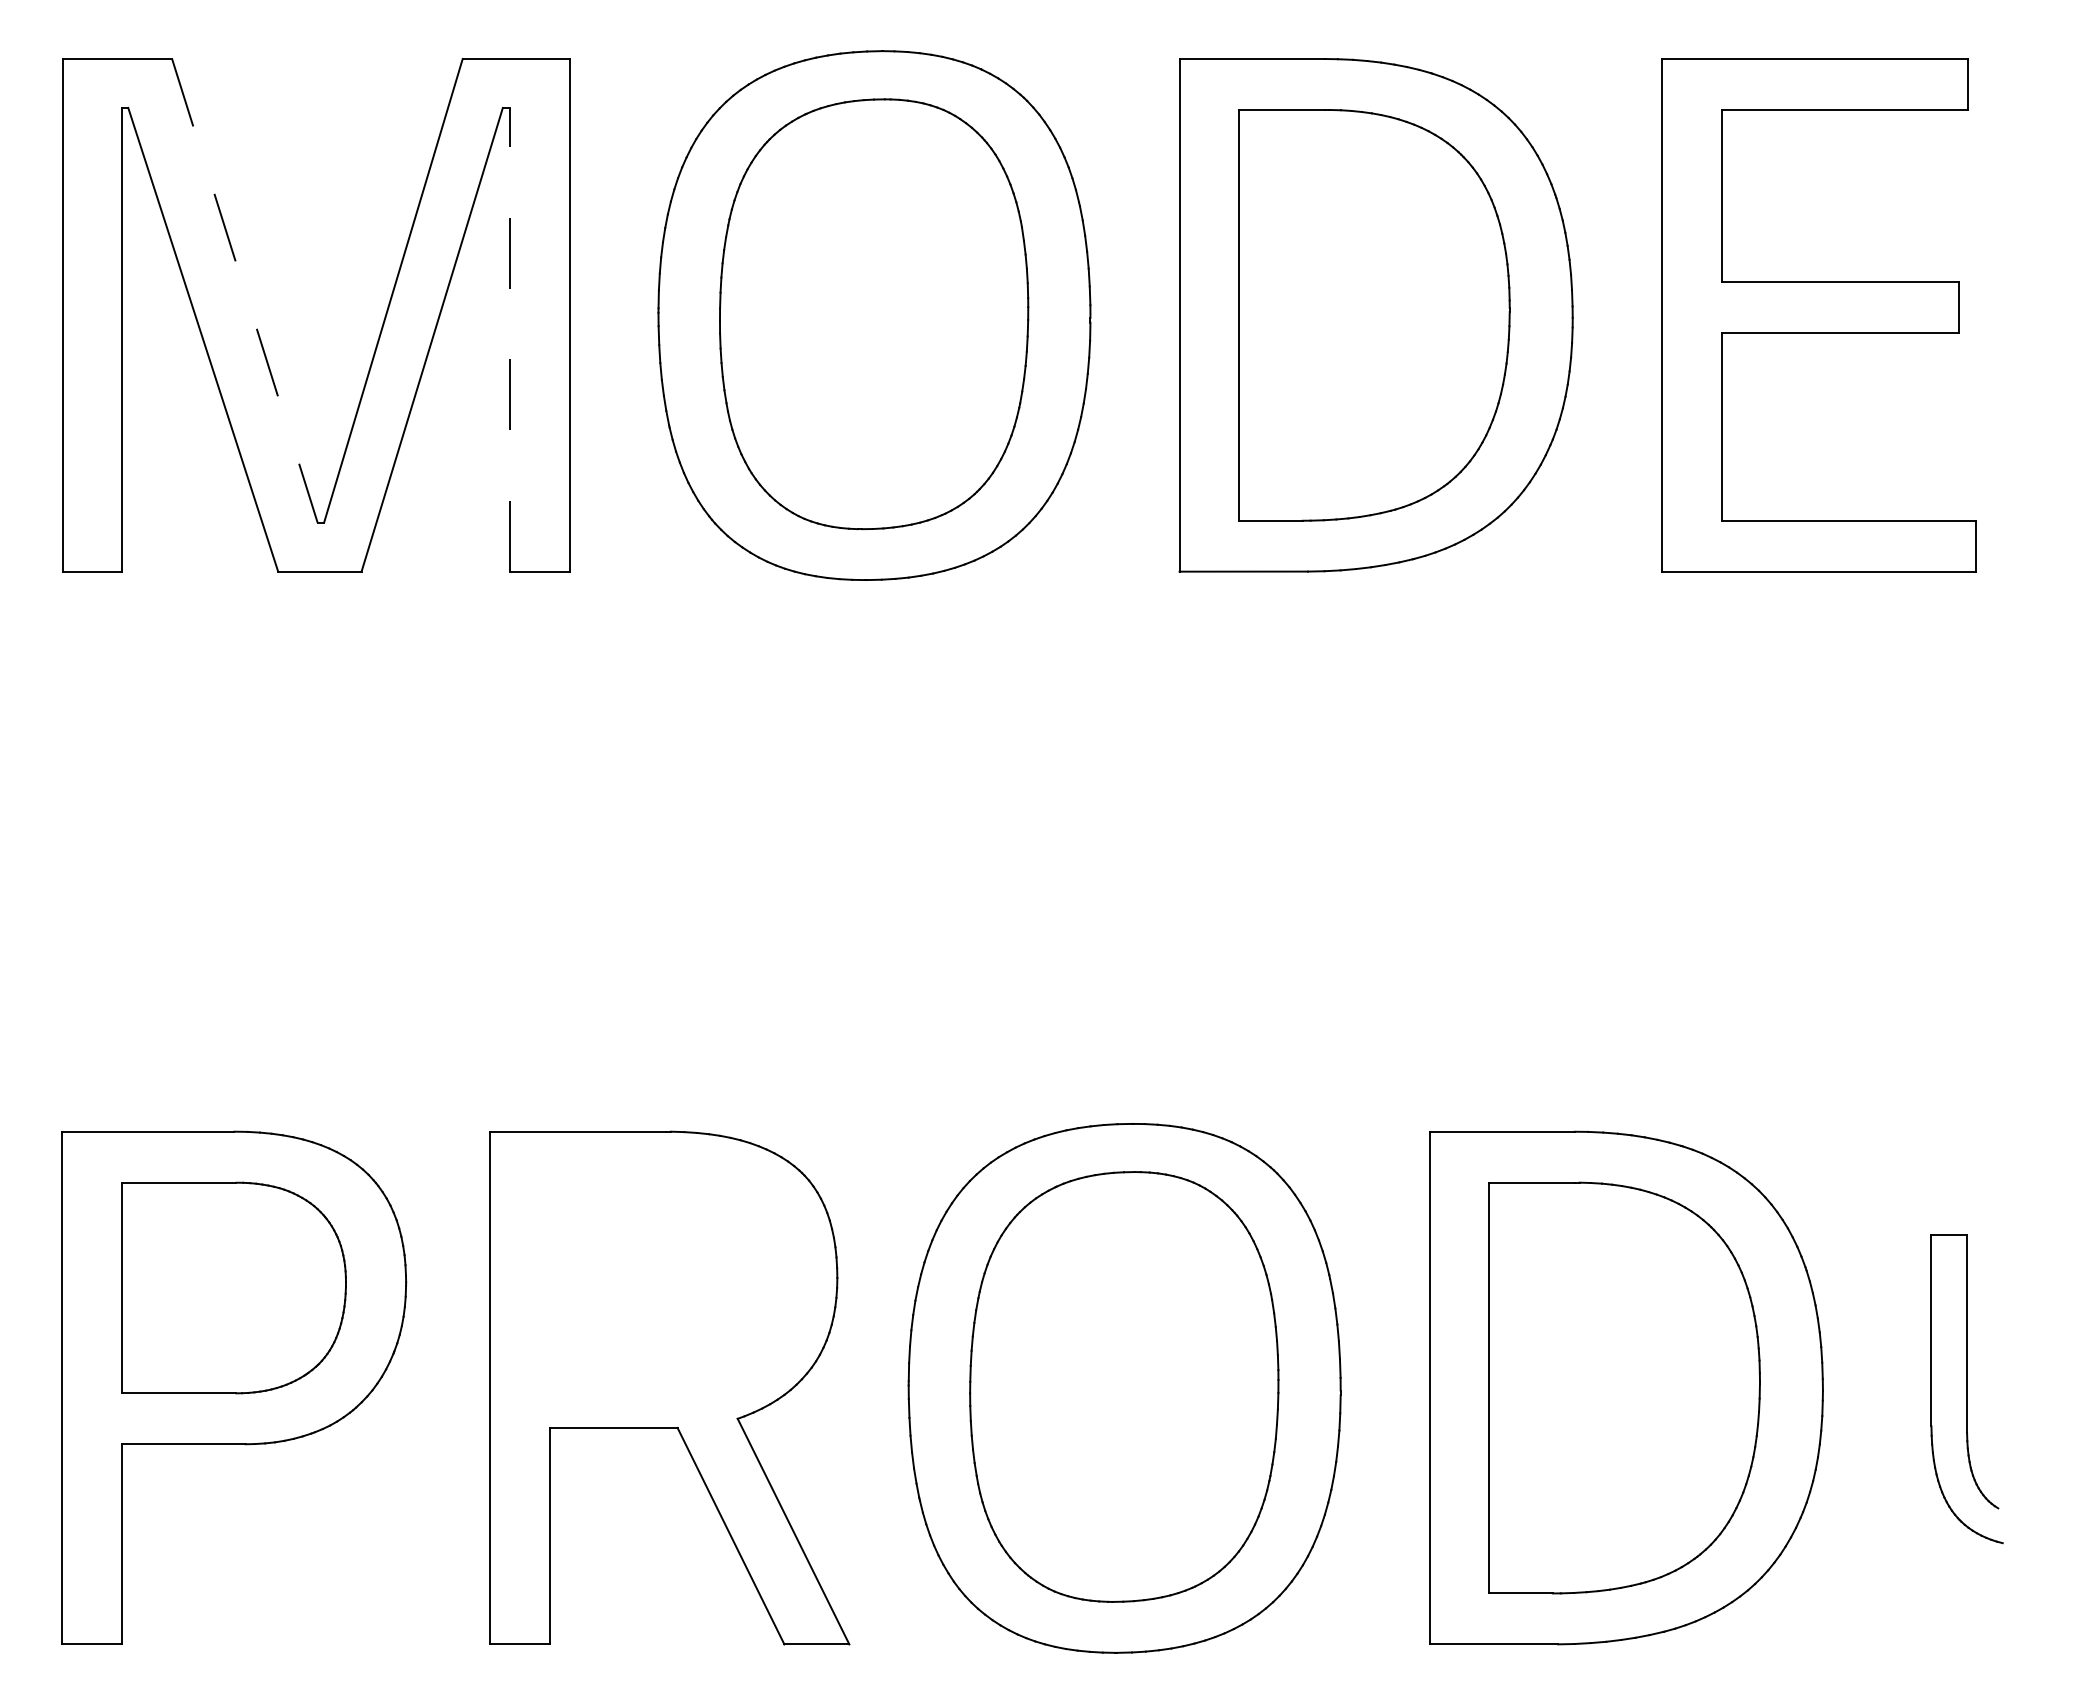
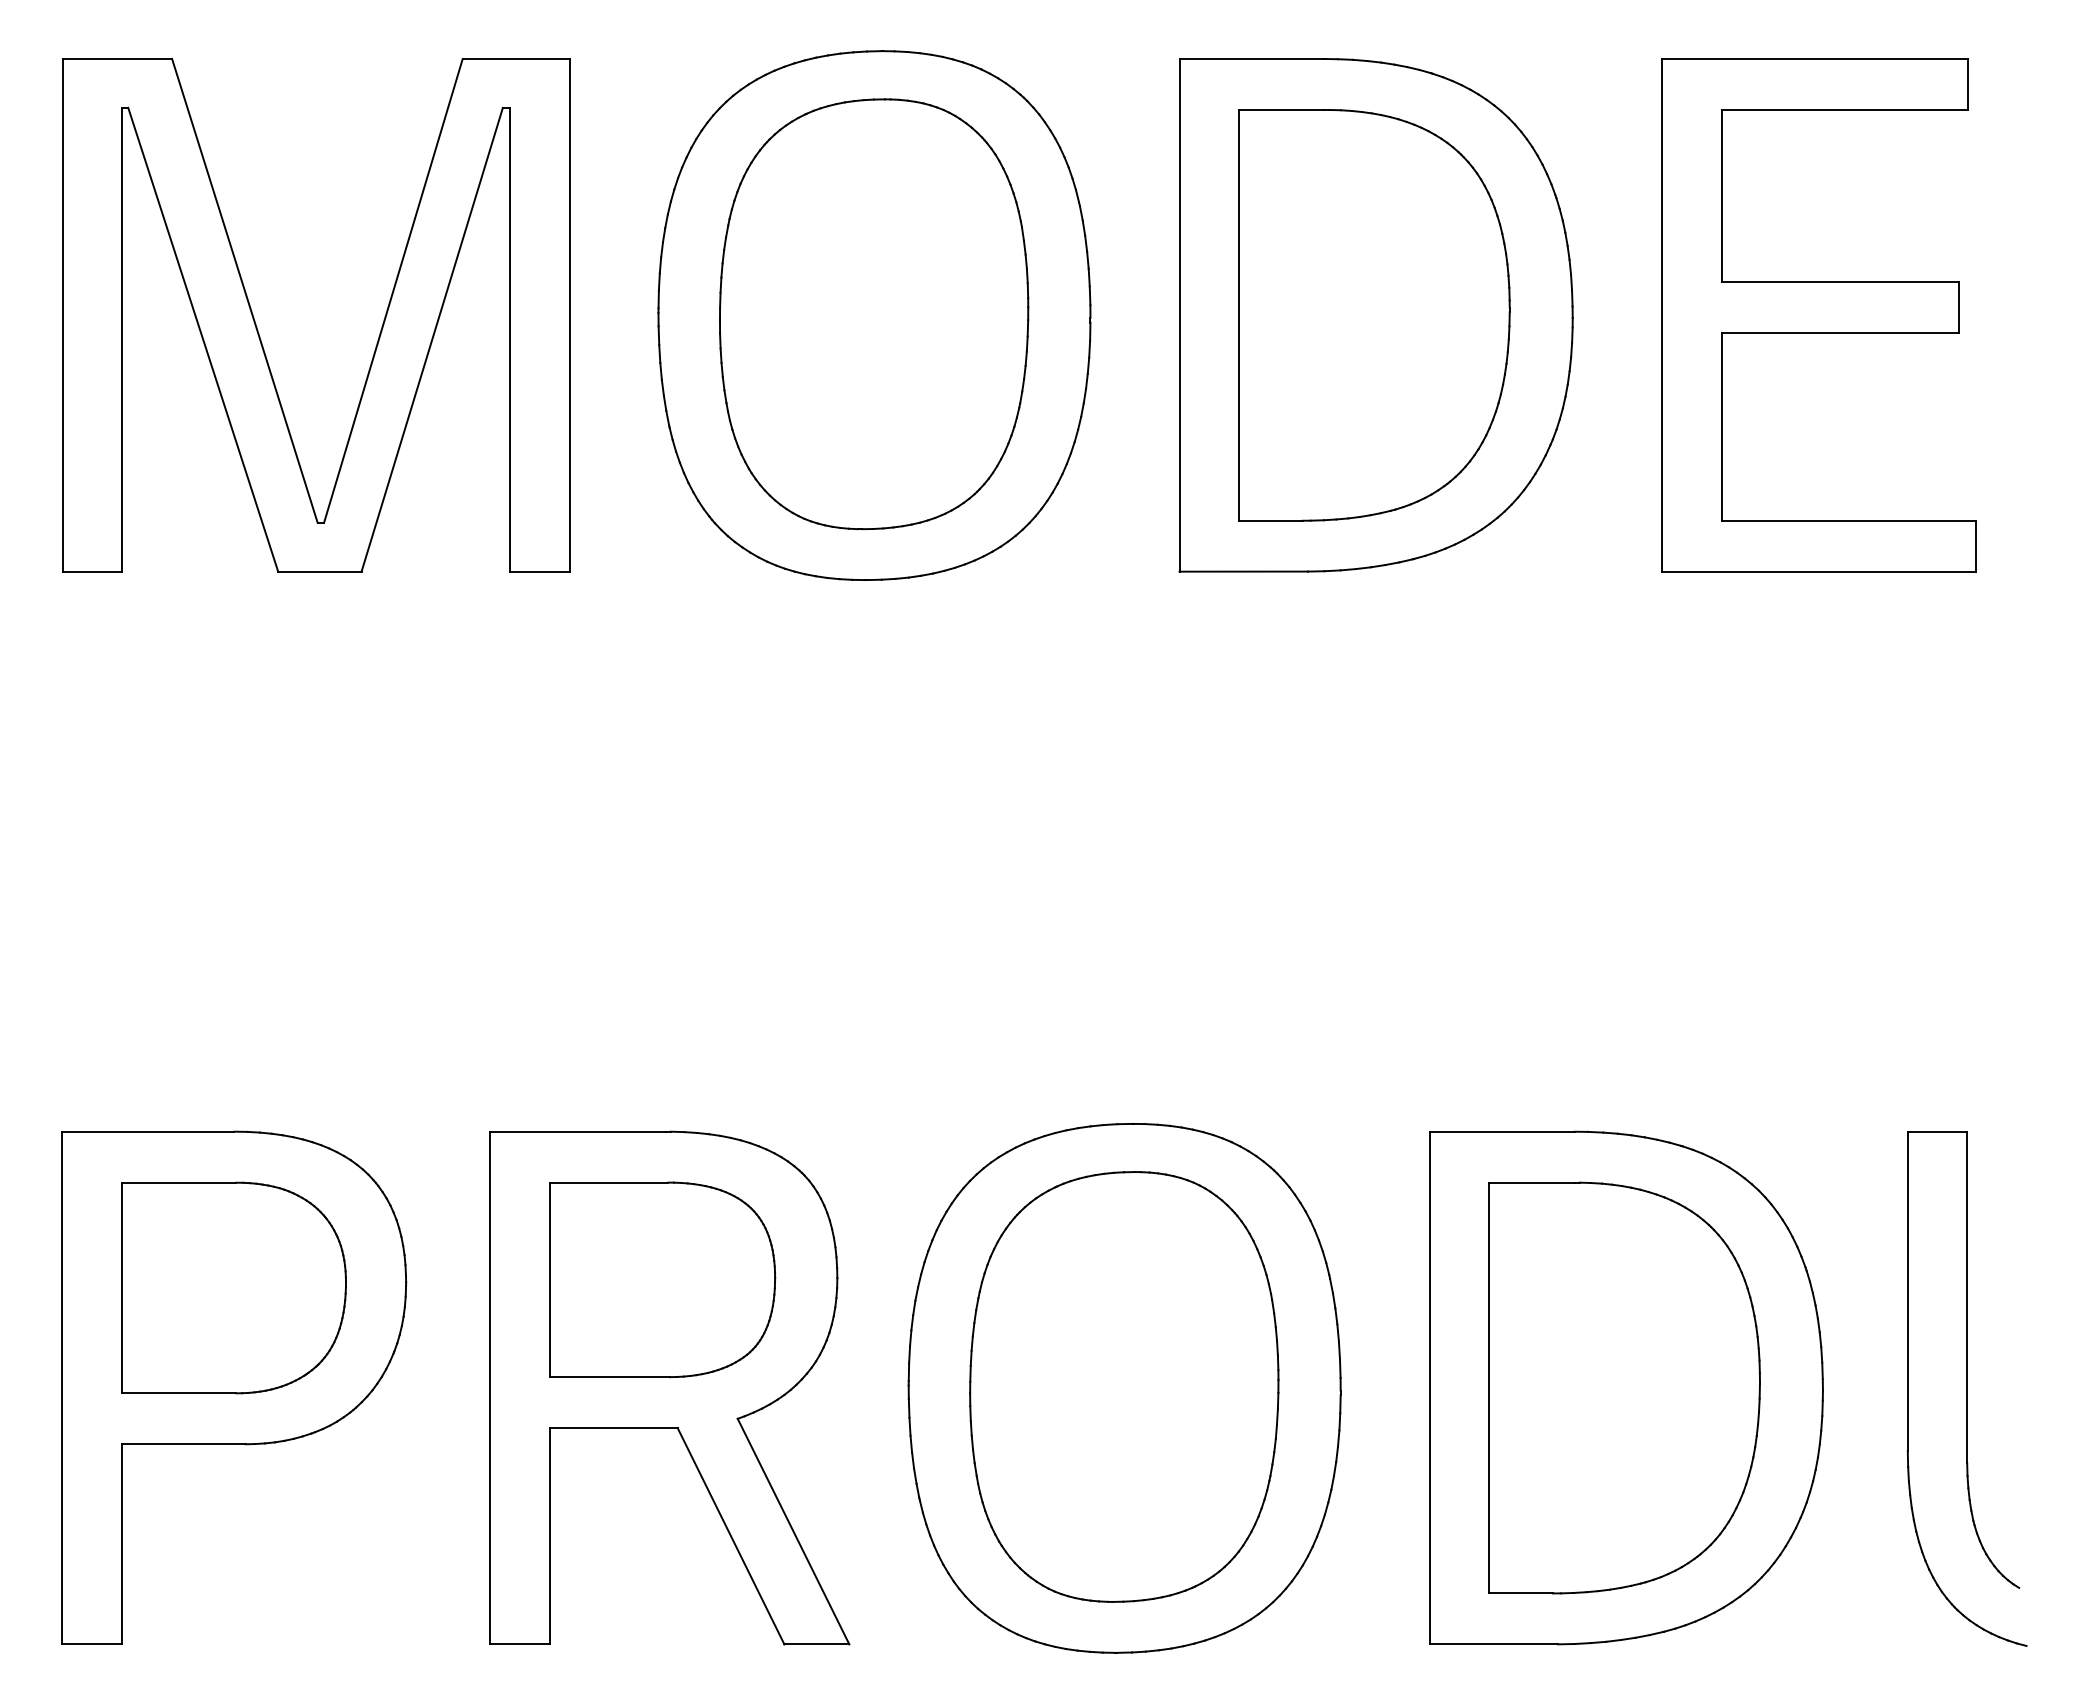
line at (245, 291): dashed -> solid
line at (510, 339): dashed -> solid
part at (662, 1279): none -> present
part at (1966, 1389) size: 74x311 px -> 122x516 px
